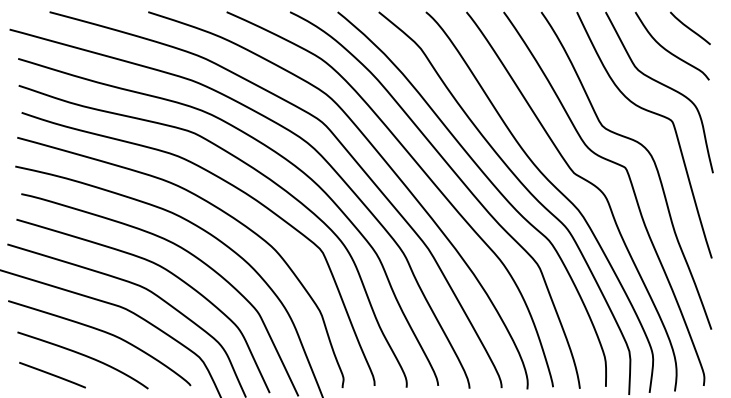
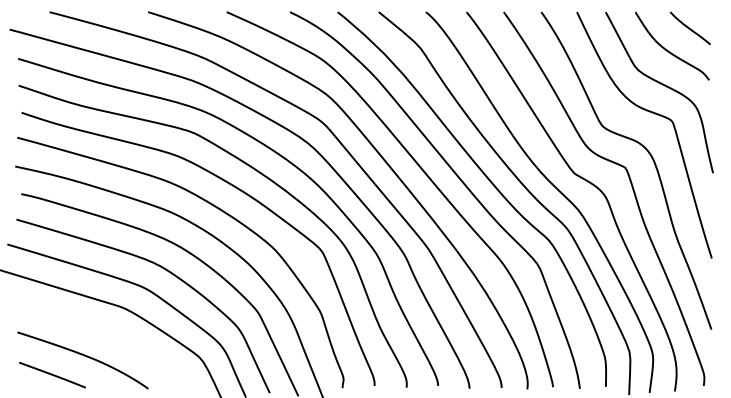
curve at (105, 333): present -> none
